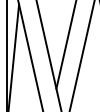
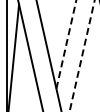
line at (66, 43): solid -> dashed
line at (82, 56): solid -> dashed
